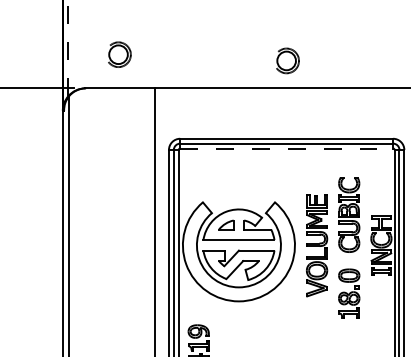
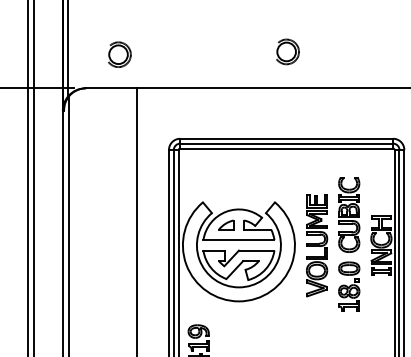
line at (68, 48): dashed -> solid
part at (287, 60) position: (287, 60) -> (287, 51)
line at (287, 148): dashed -> solid
line at (28, 177): none -> present
line at (34, 177): none -> present
line at (154, 220) position: (154, 220) -> (136, 220)
part at (349, 293) position: (349, 293) -> (349, 286)
